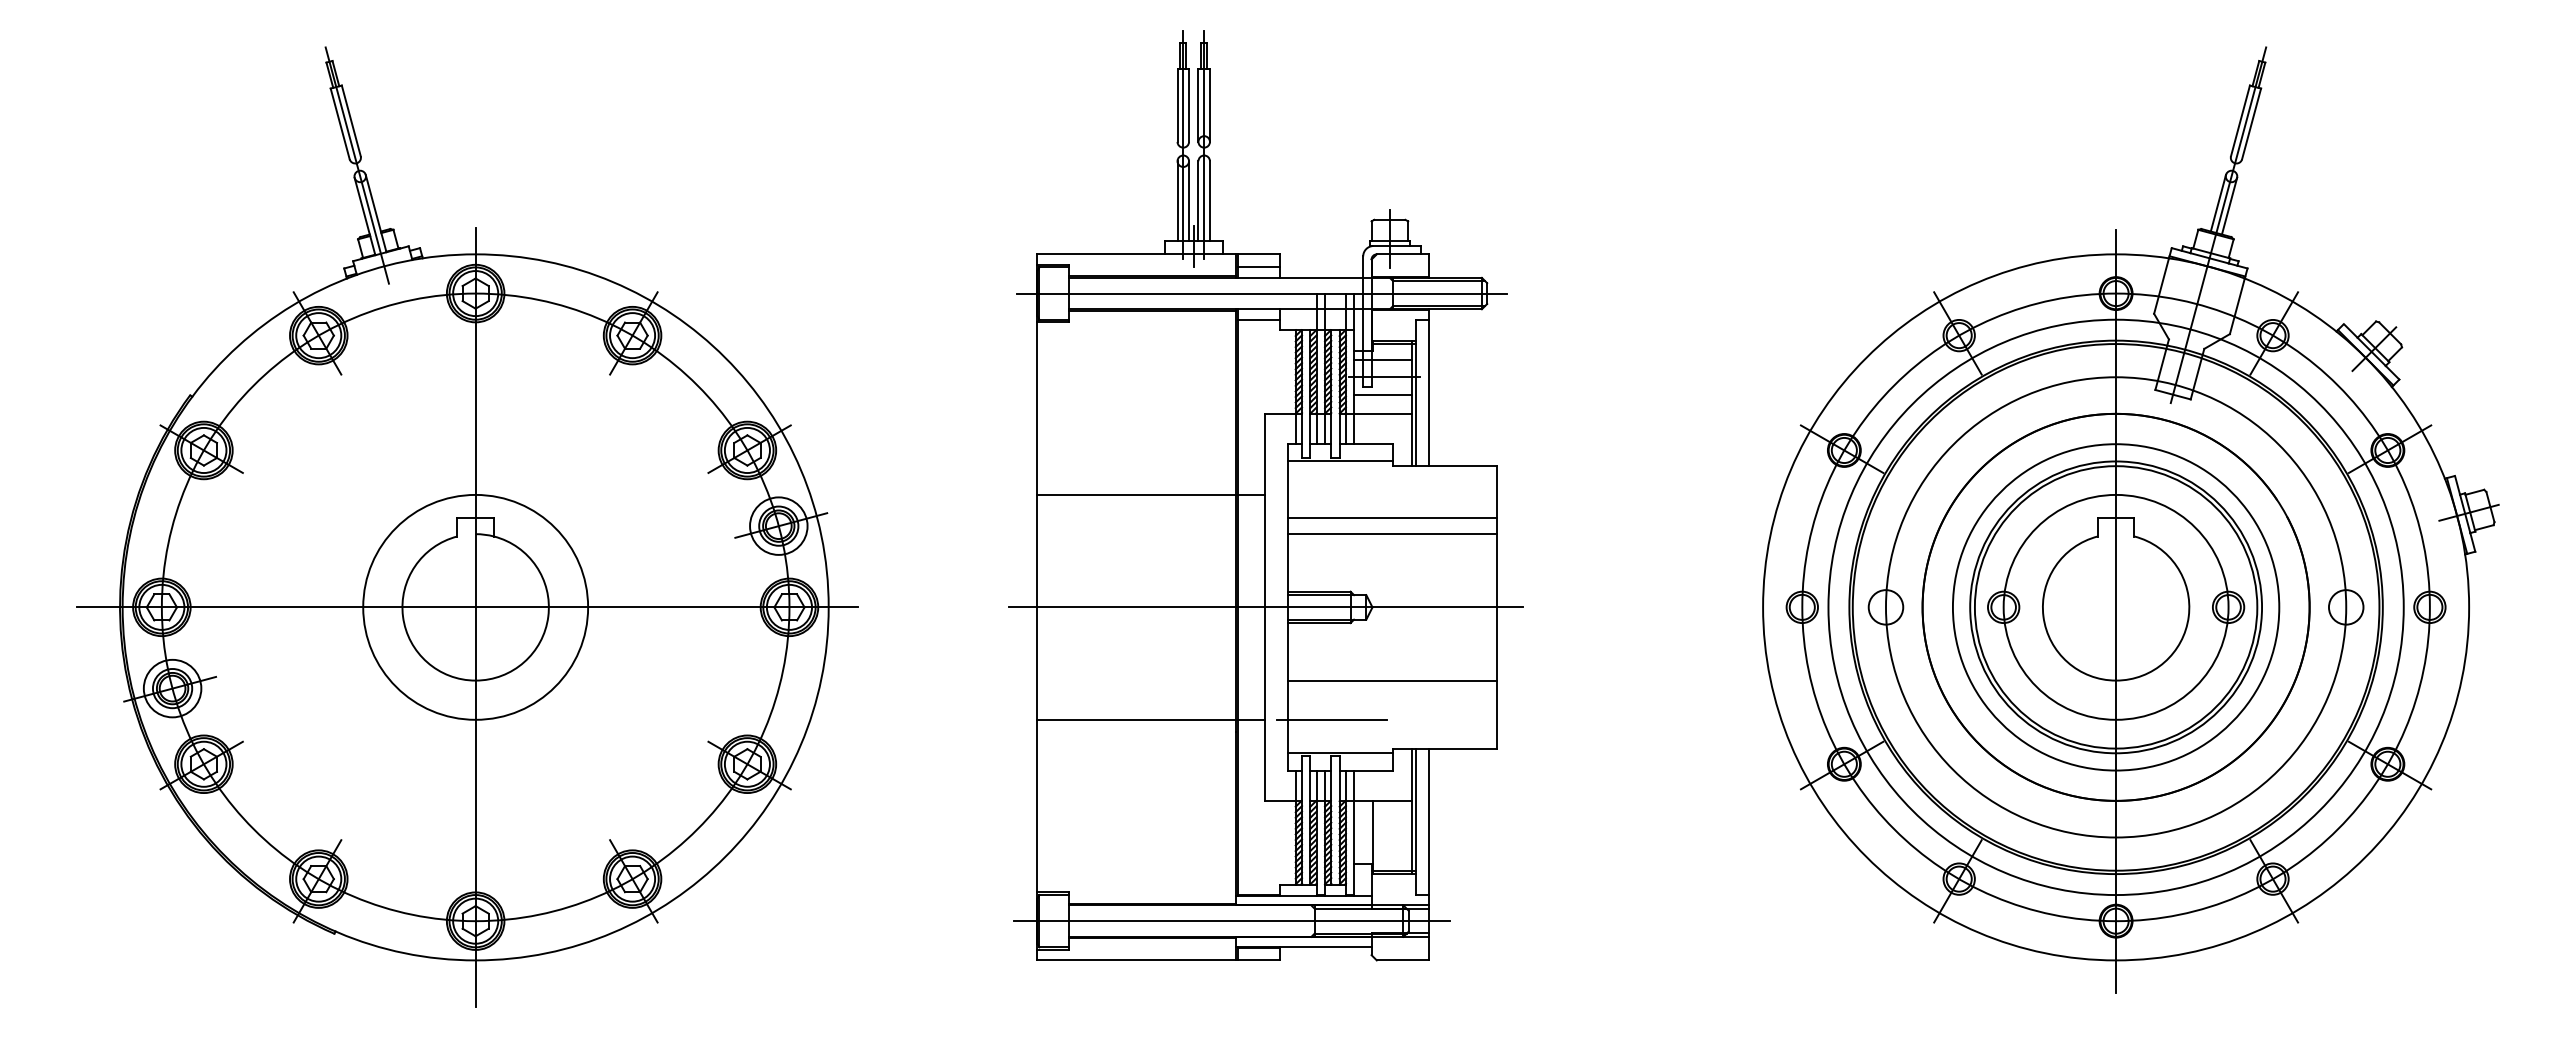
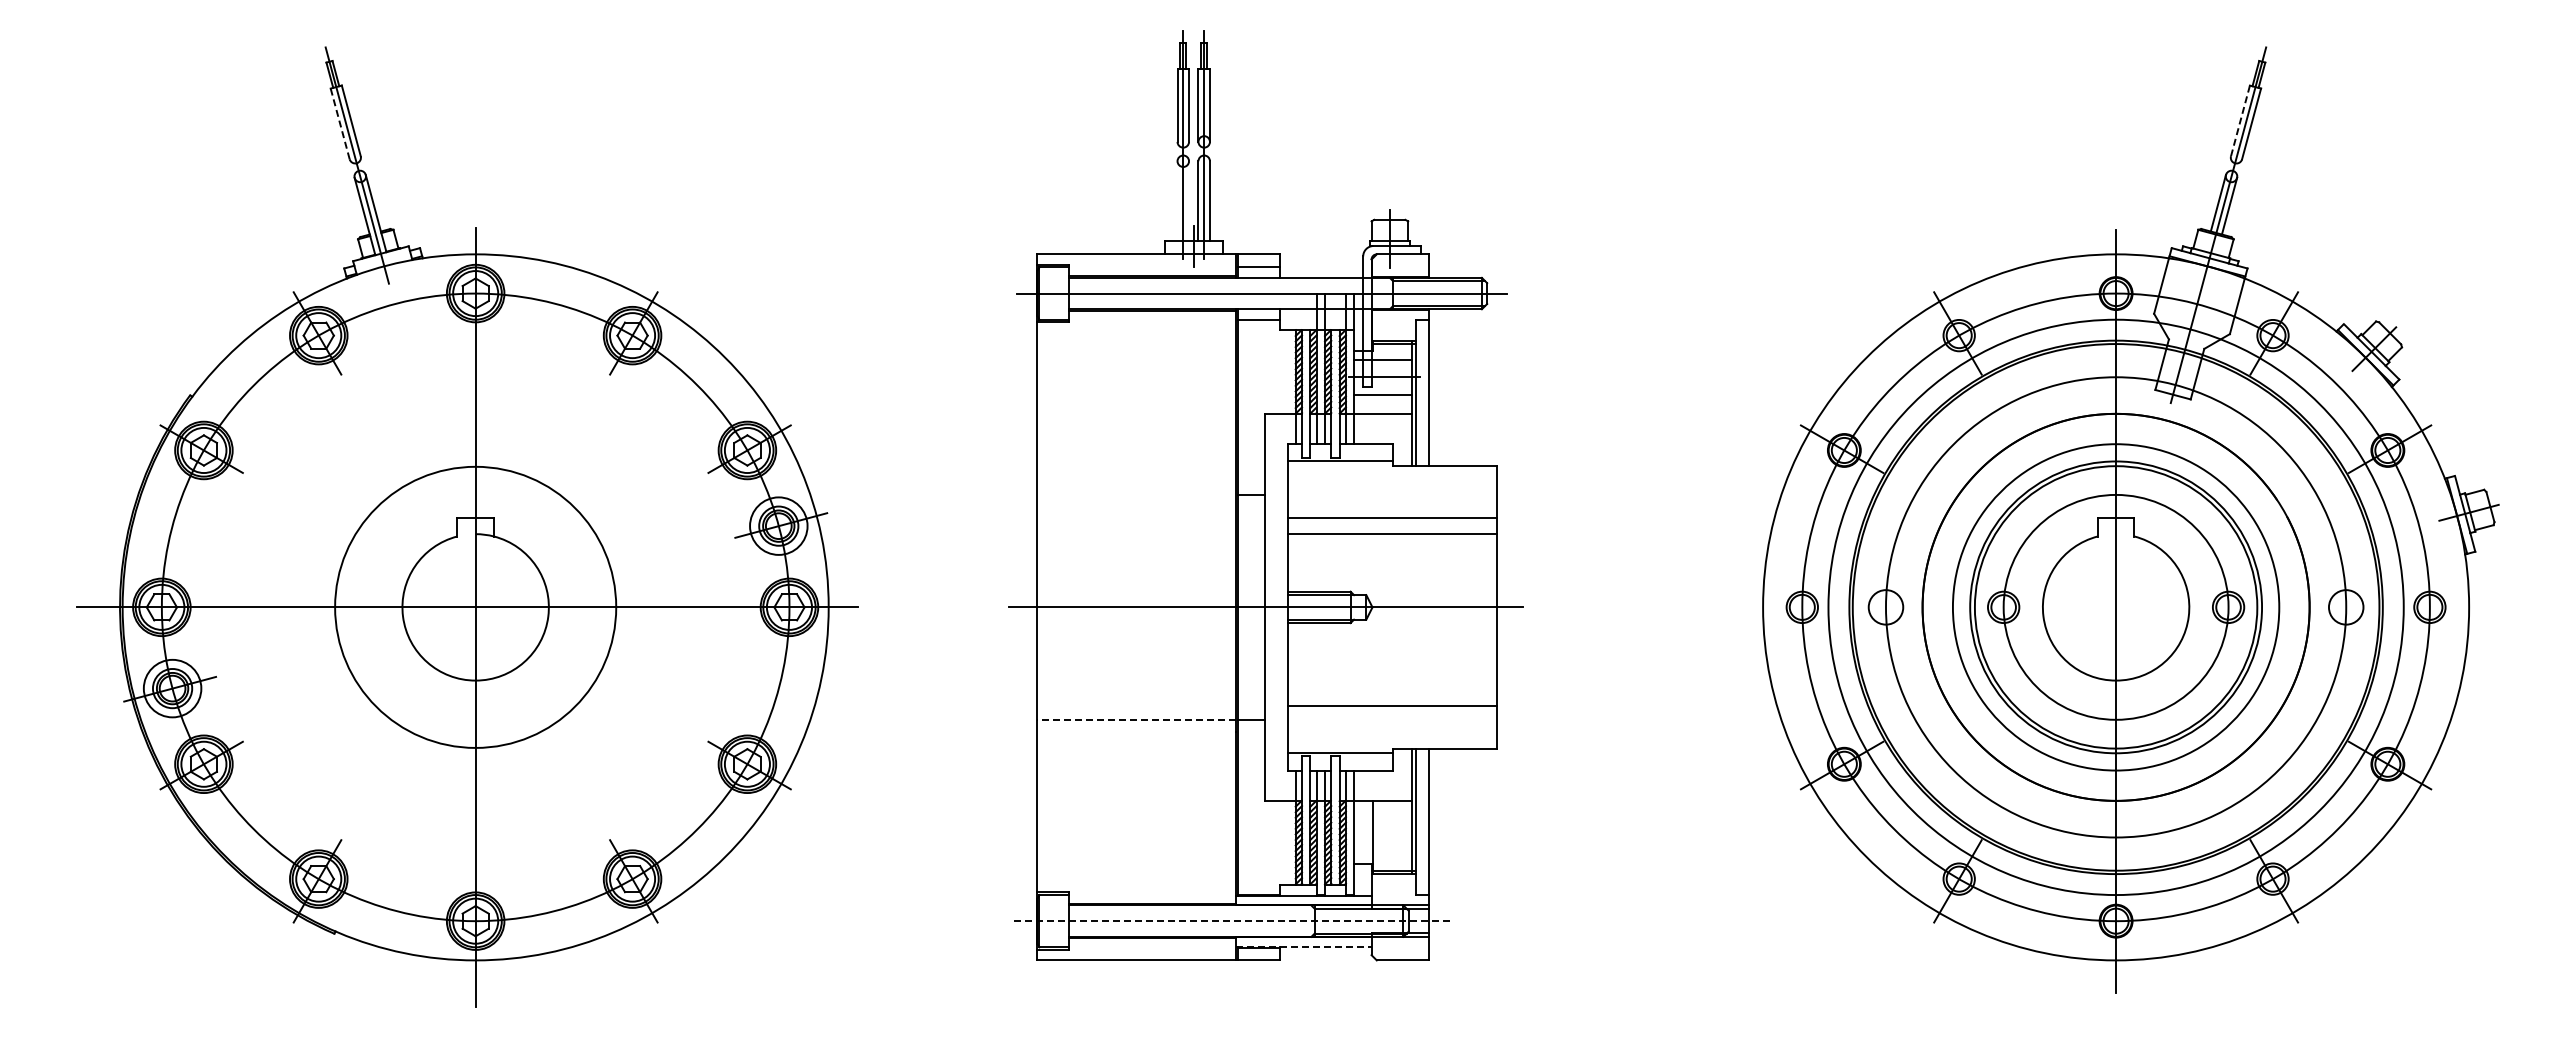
line at (2240, 120): solid -> dashed
line at (340, 123): solid -> dashed
line at (1177, 201): present -> none
line at (1189, 201): present -> none
line at (1135, 494): present -> none
circle at (475, 606) diameter: 225 px -> 281 px
line at (1392, 680) position: (1392, 680) -> (1392, 705)
line at (1135, 719): solid -> dashed
line at (1331, 719): present -> none
line at (1231, 921): solid -> dashed
line at (1303, 946): solid -> dashed
